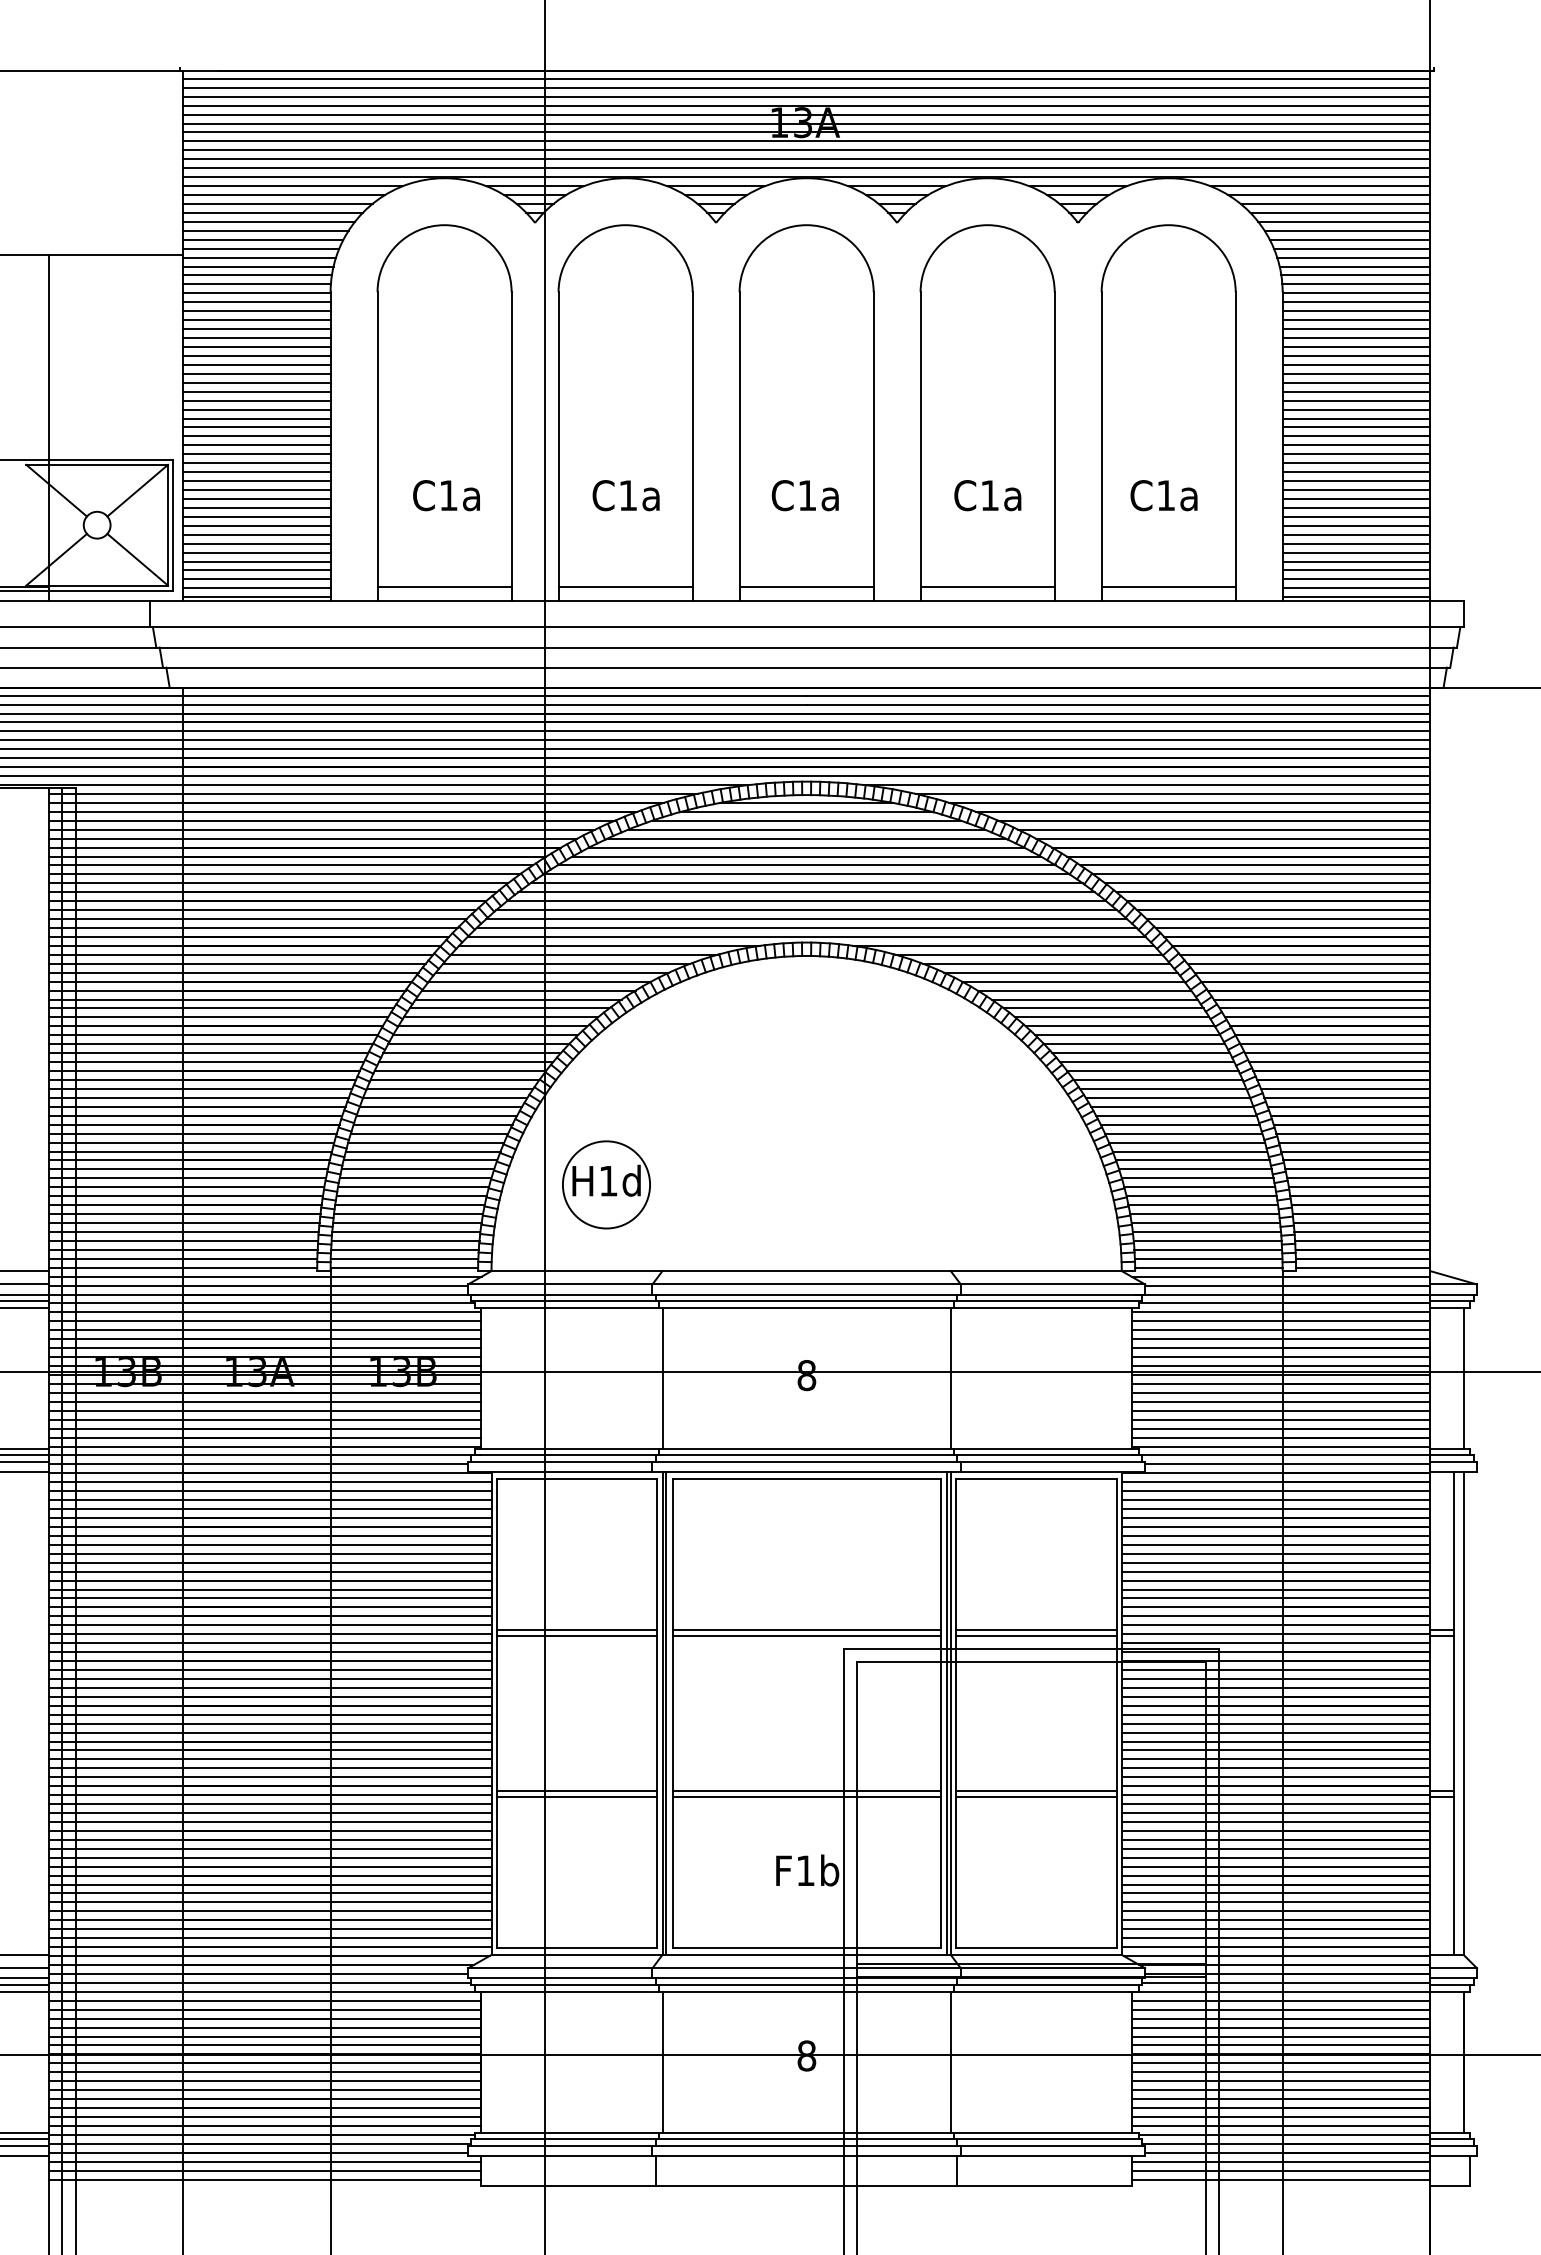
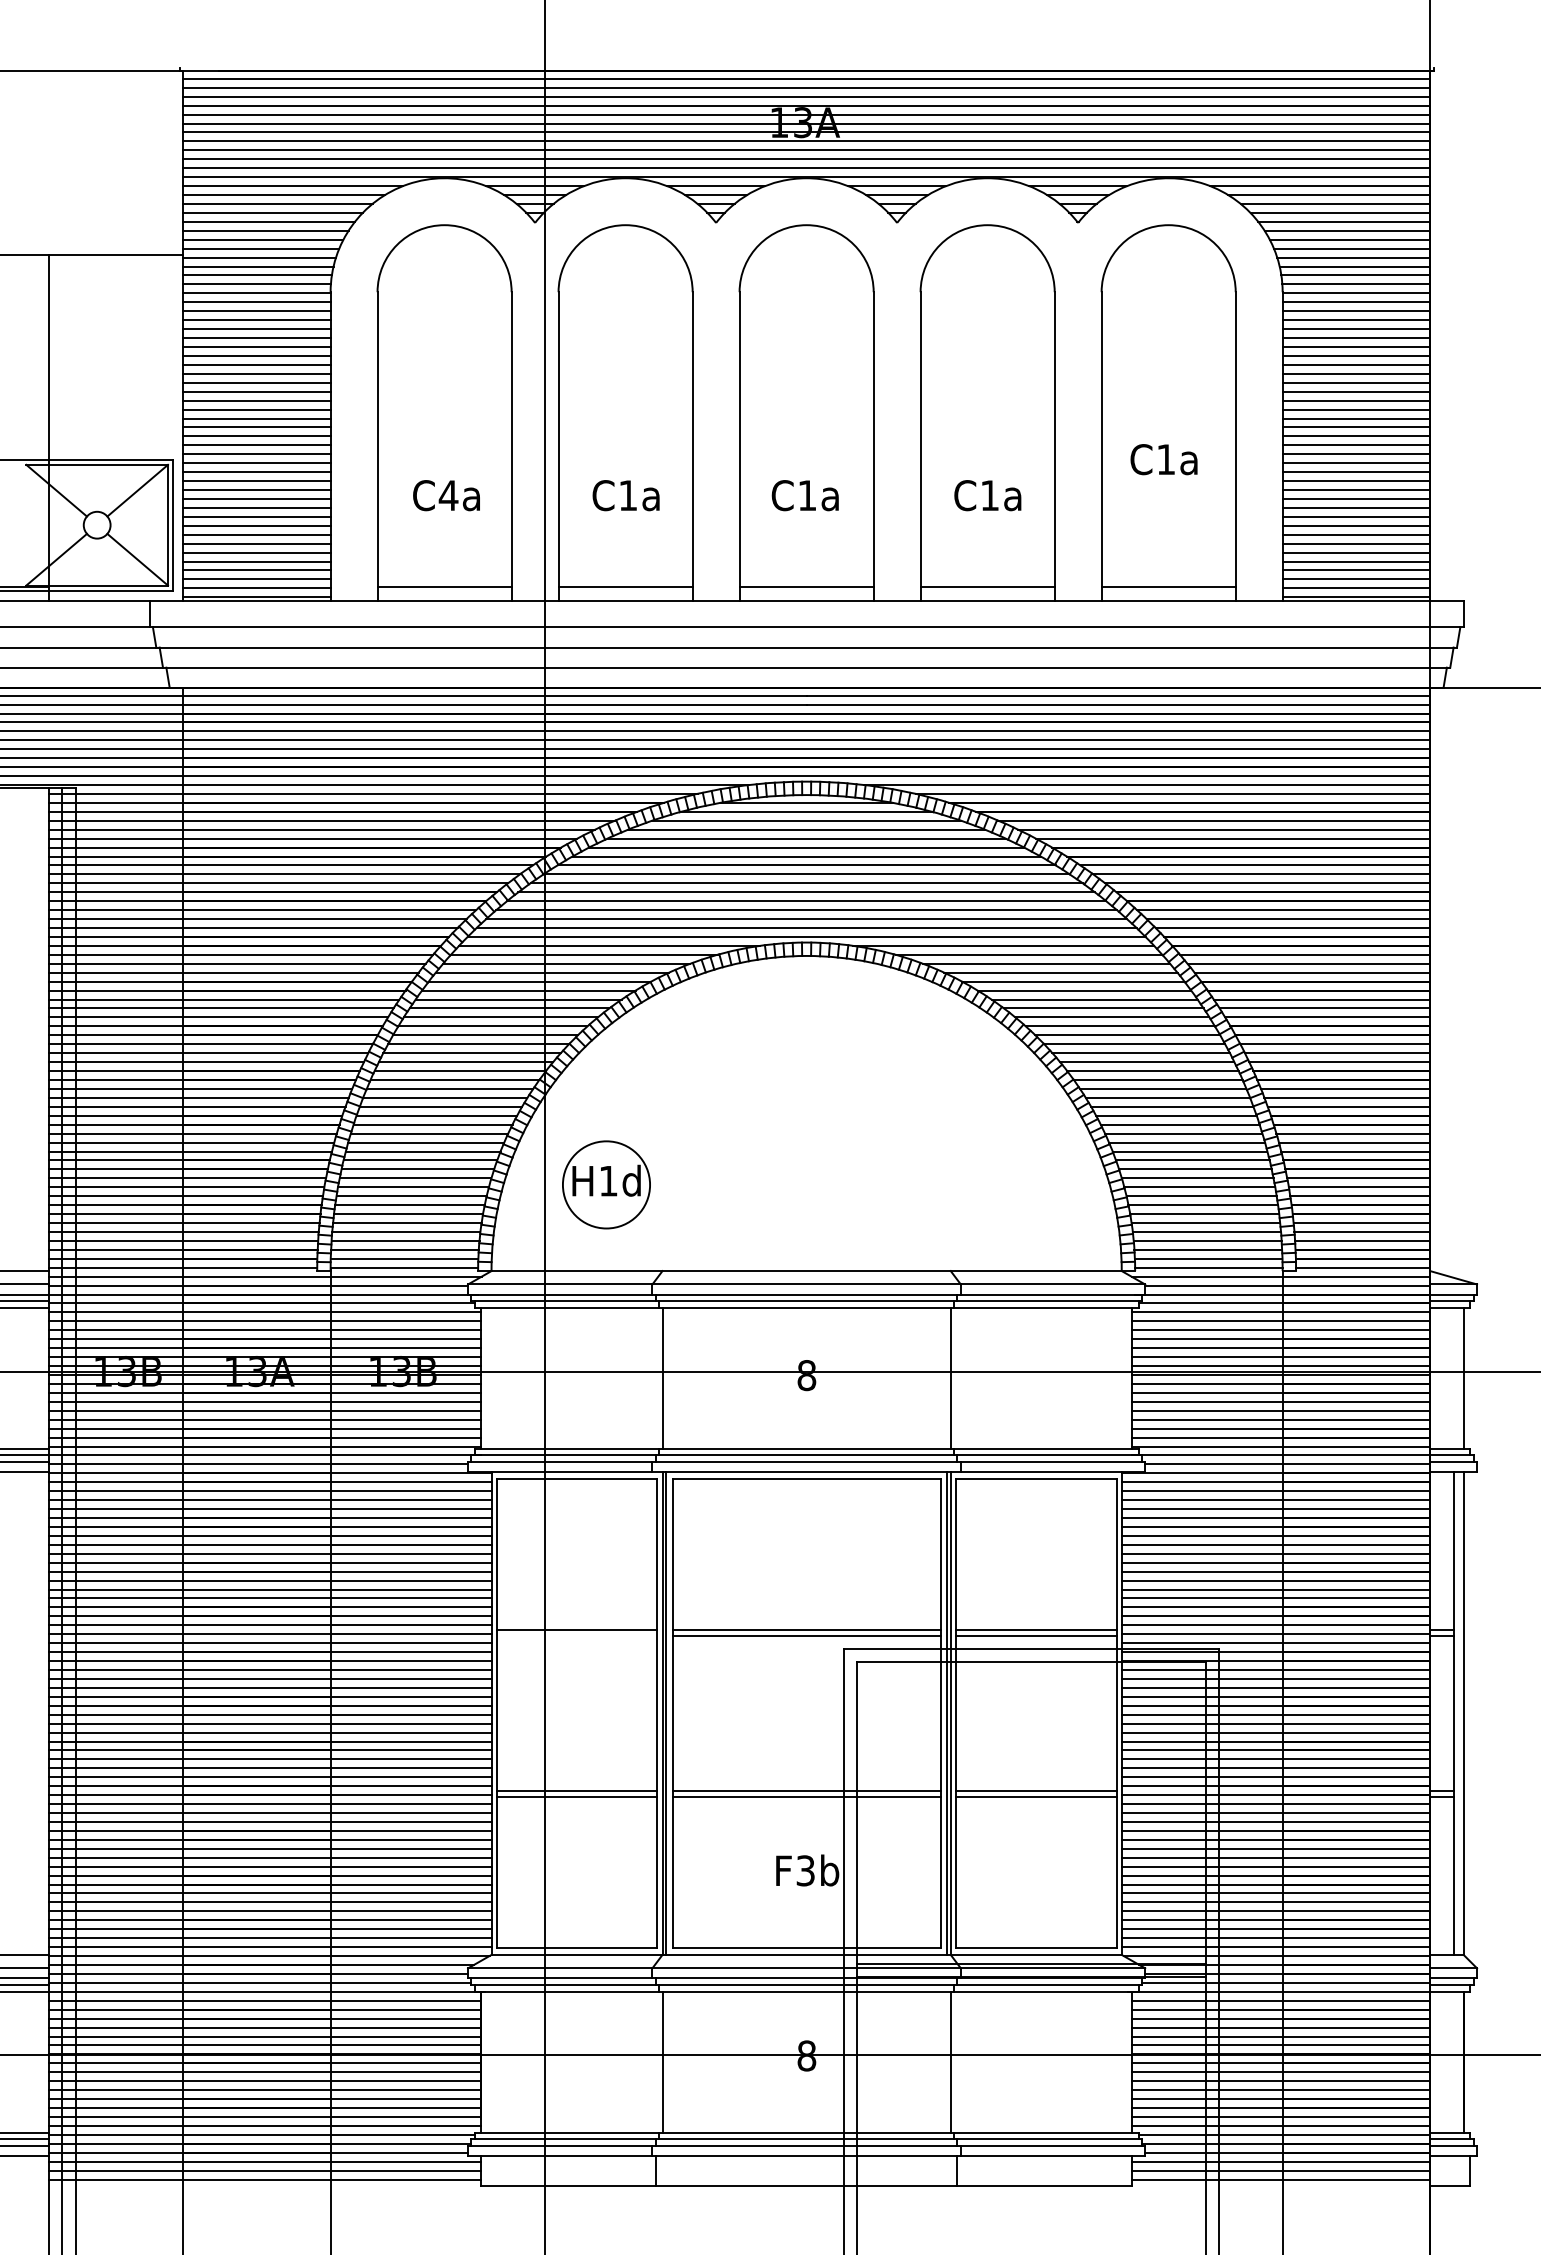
text at (448, 495): C1a -> C4a
text at (1163, 495) position: (1163, 495) -> (1163, 459)
line at (576, 1636): present -> none
text at (805, 1870): F1b -> F3b
